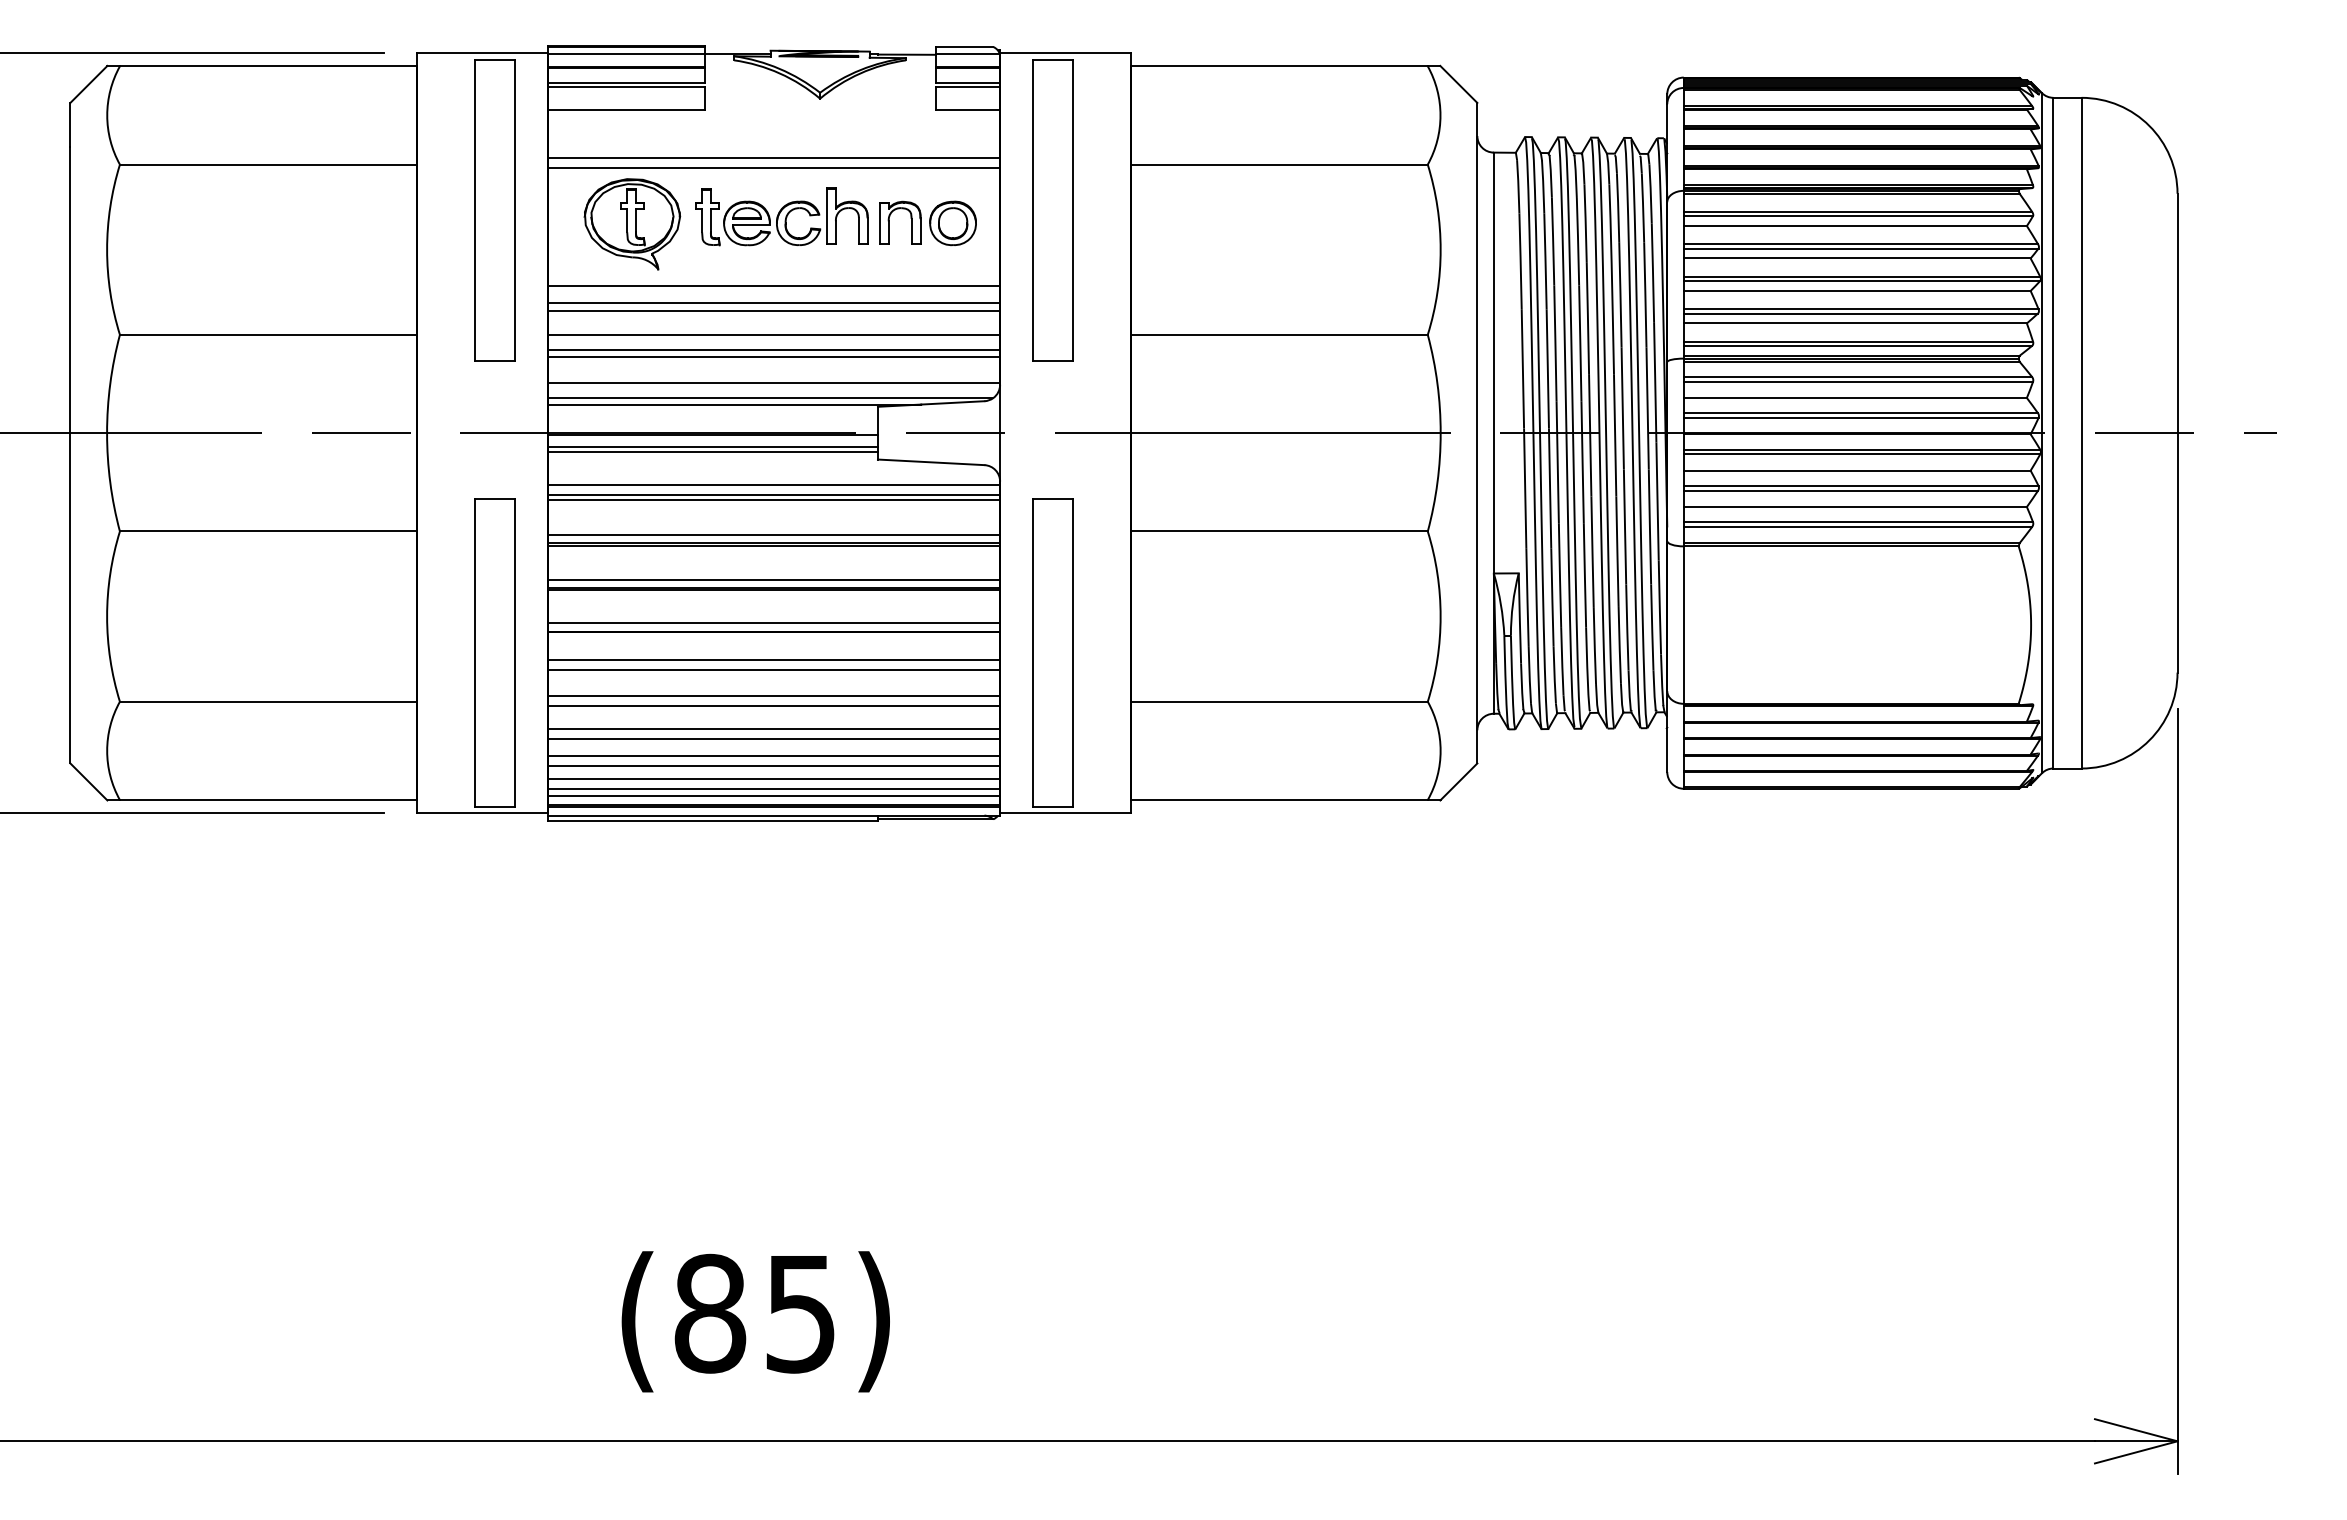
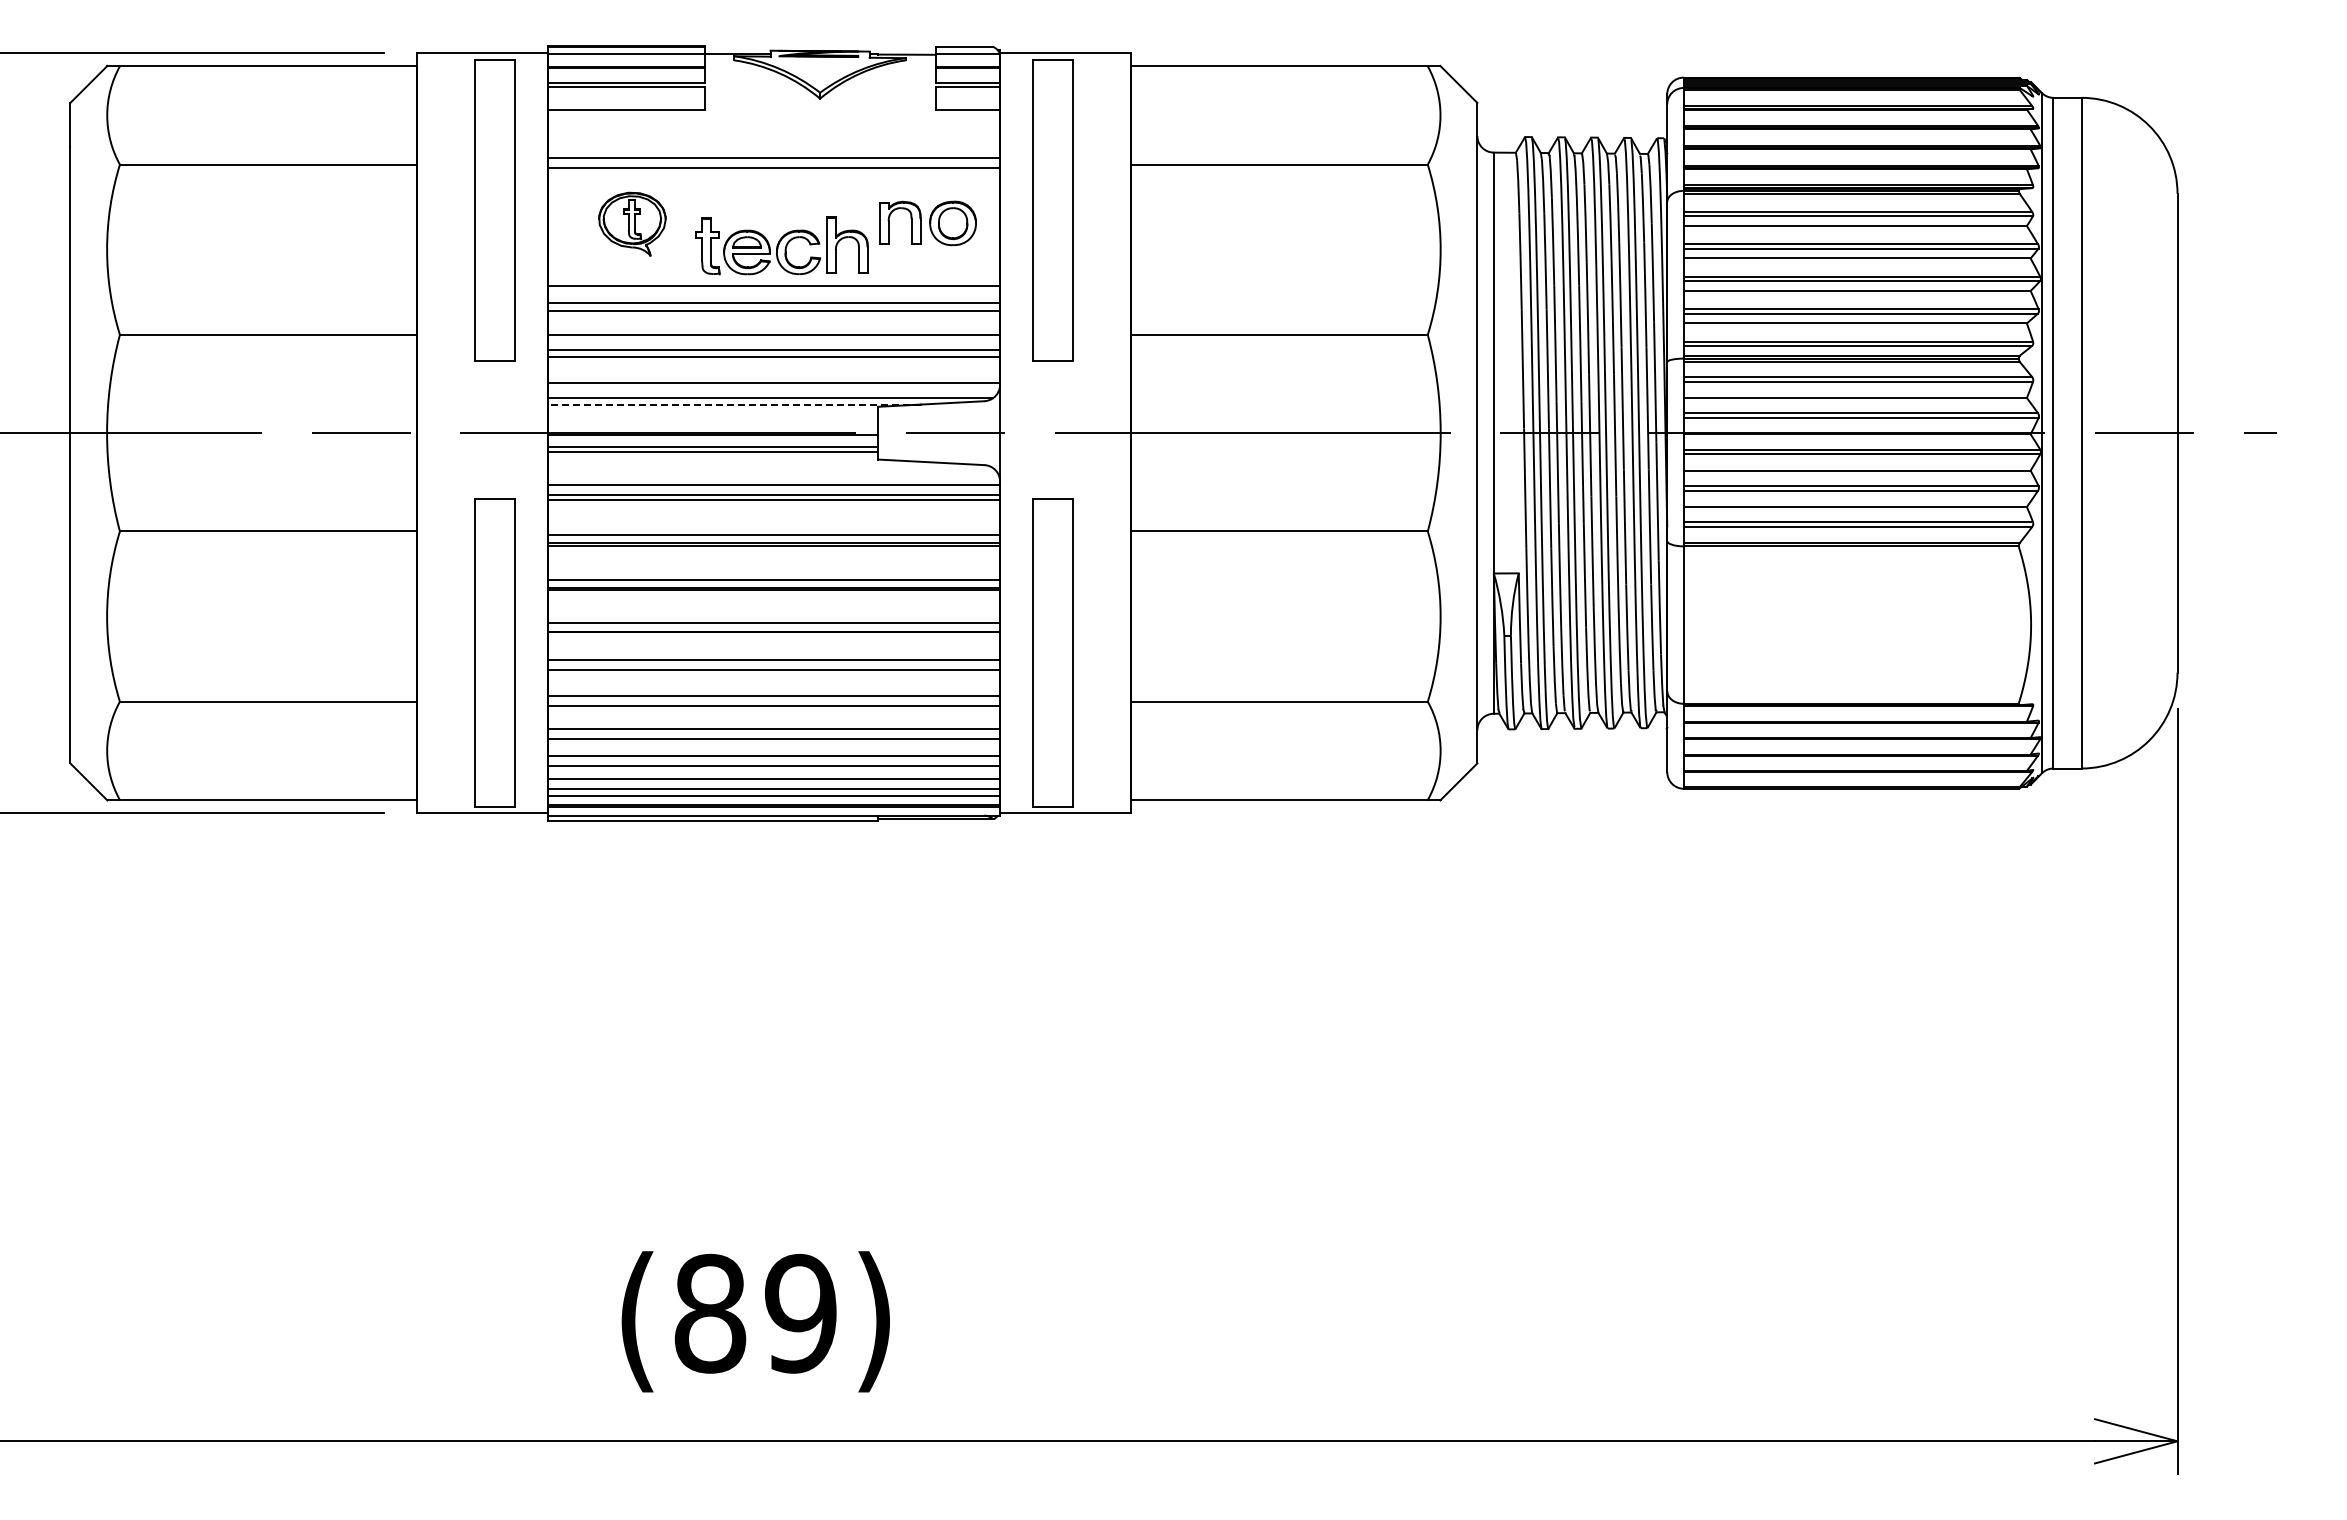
part at (781, 216) position: (781, 216) -> (781, 245)
part at (632, 224) size: 99x93 px -> 69x66 px
line at (734, 404): solid -> dashed
text at (800, 1313): (85) -> (89)
